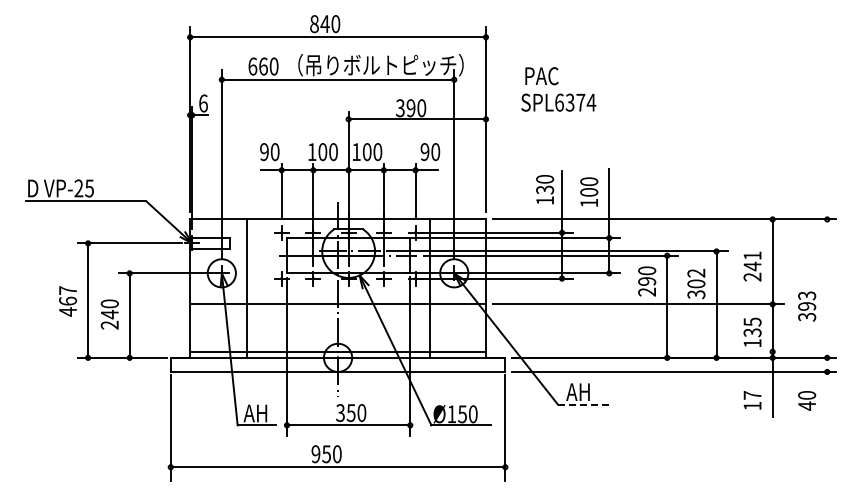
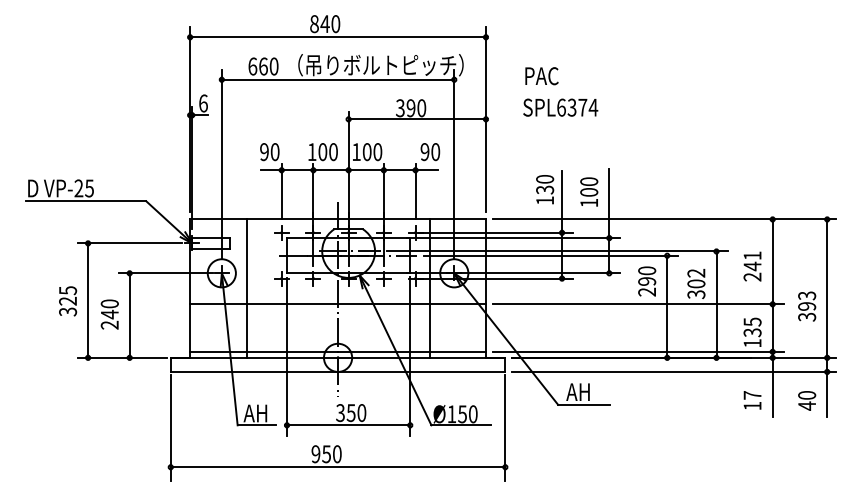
text at (558, 102) position: (558, 102) -> (560, 107)
text at (68, 301): 467 -> 325
line at (827, 317): none -> present
line at (638, 351): none -> present
line at (583, 404): dashed -> solid
